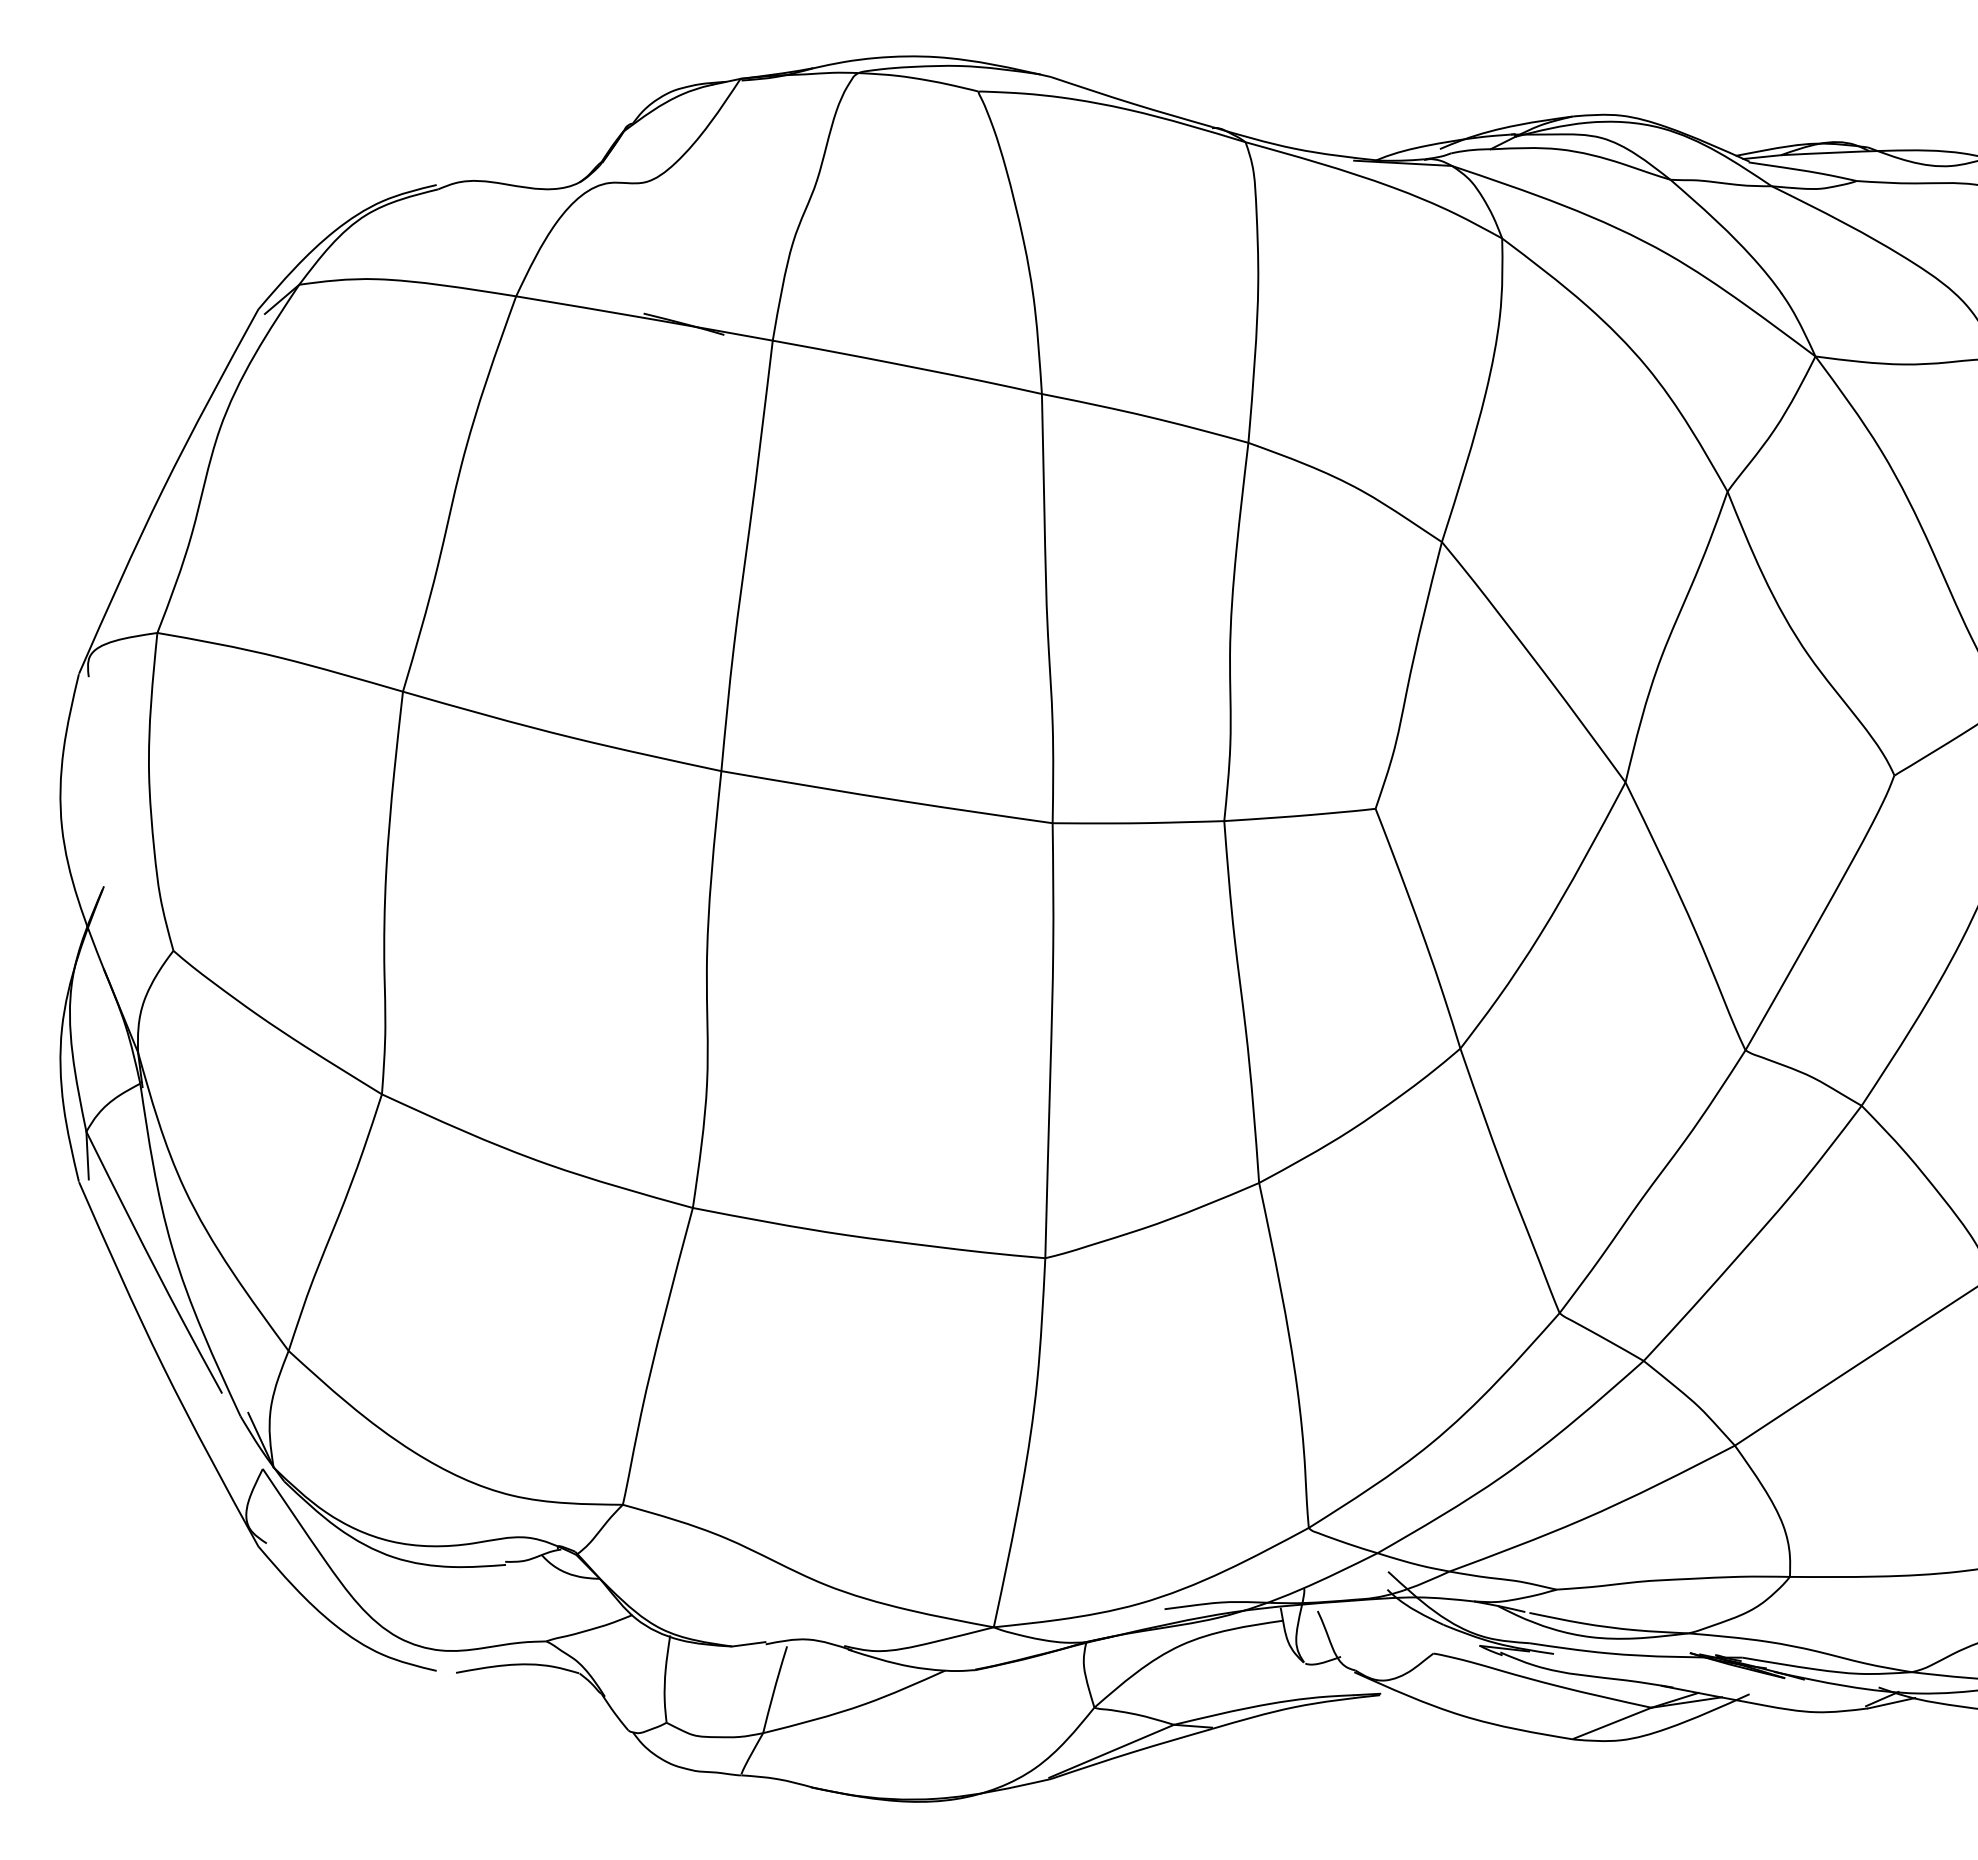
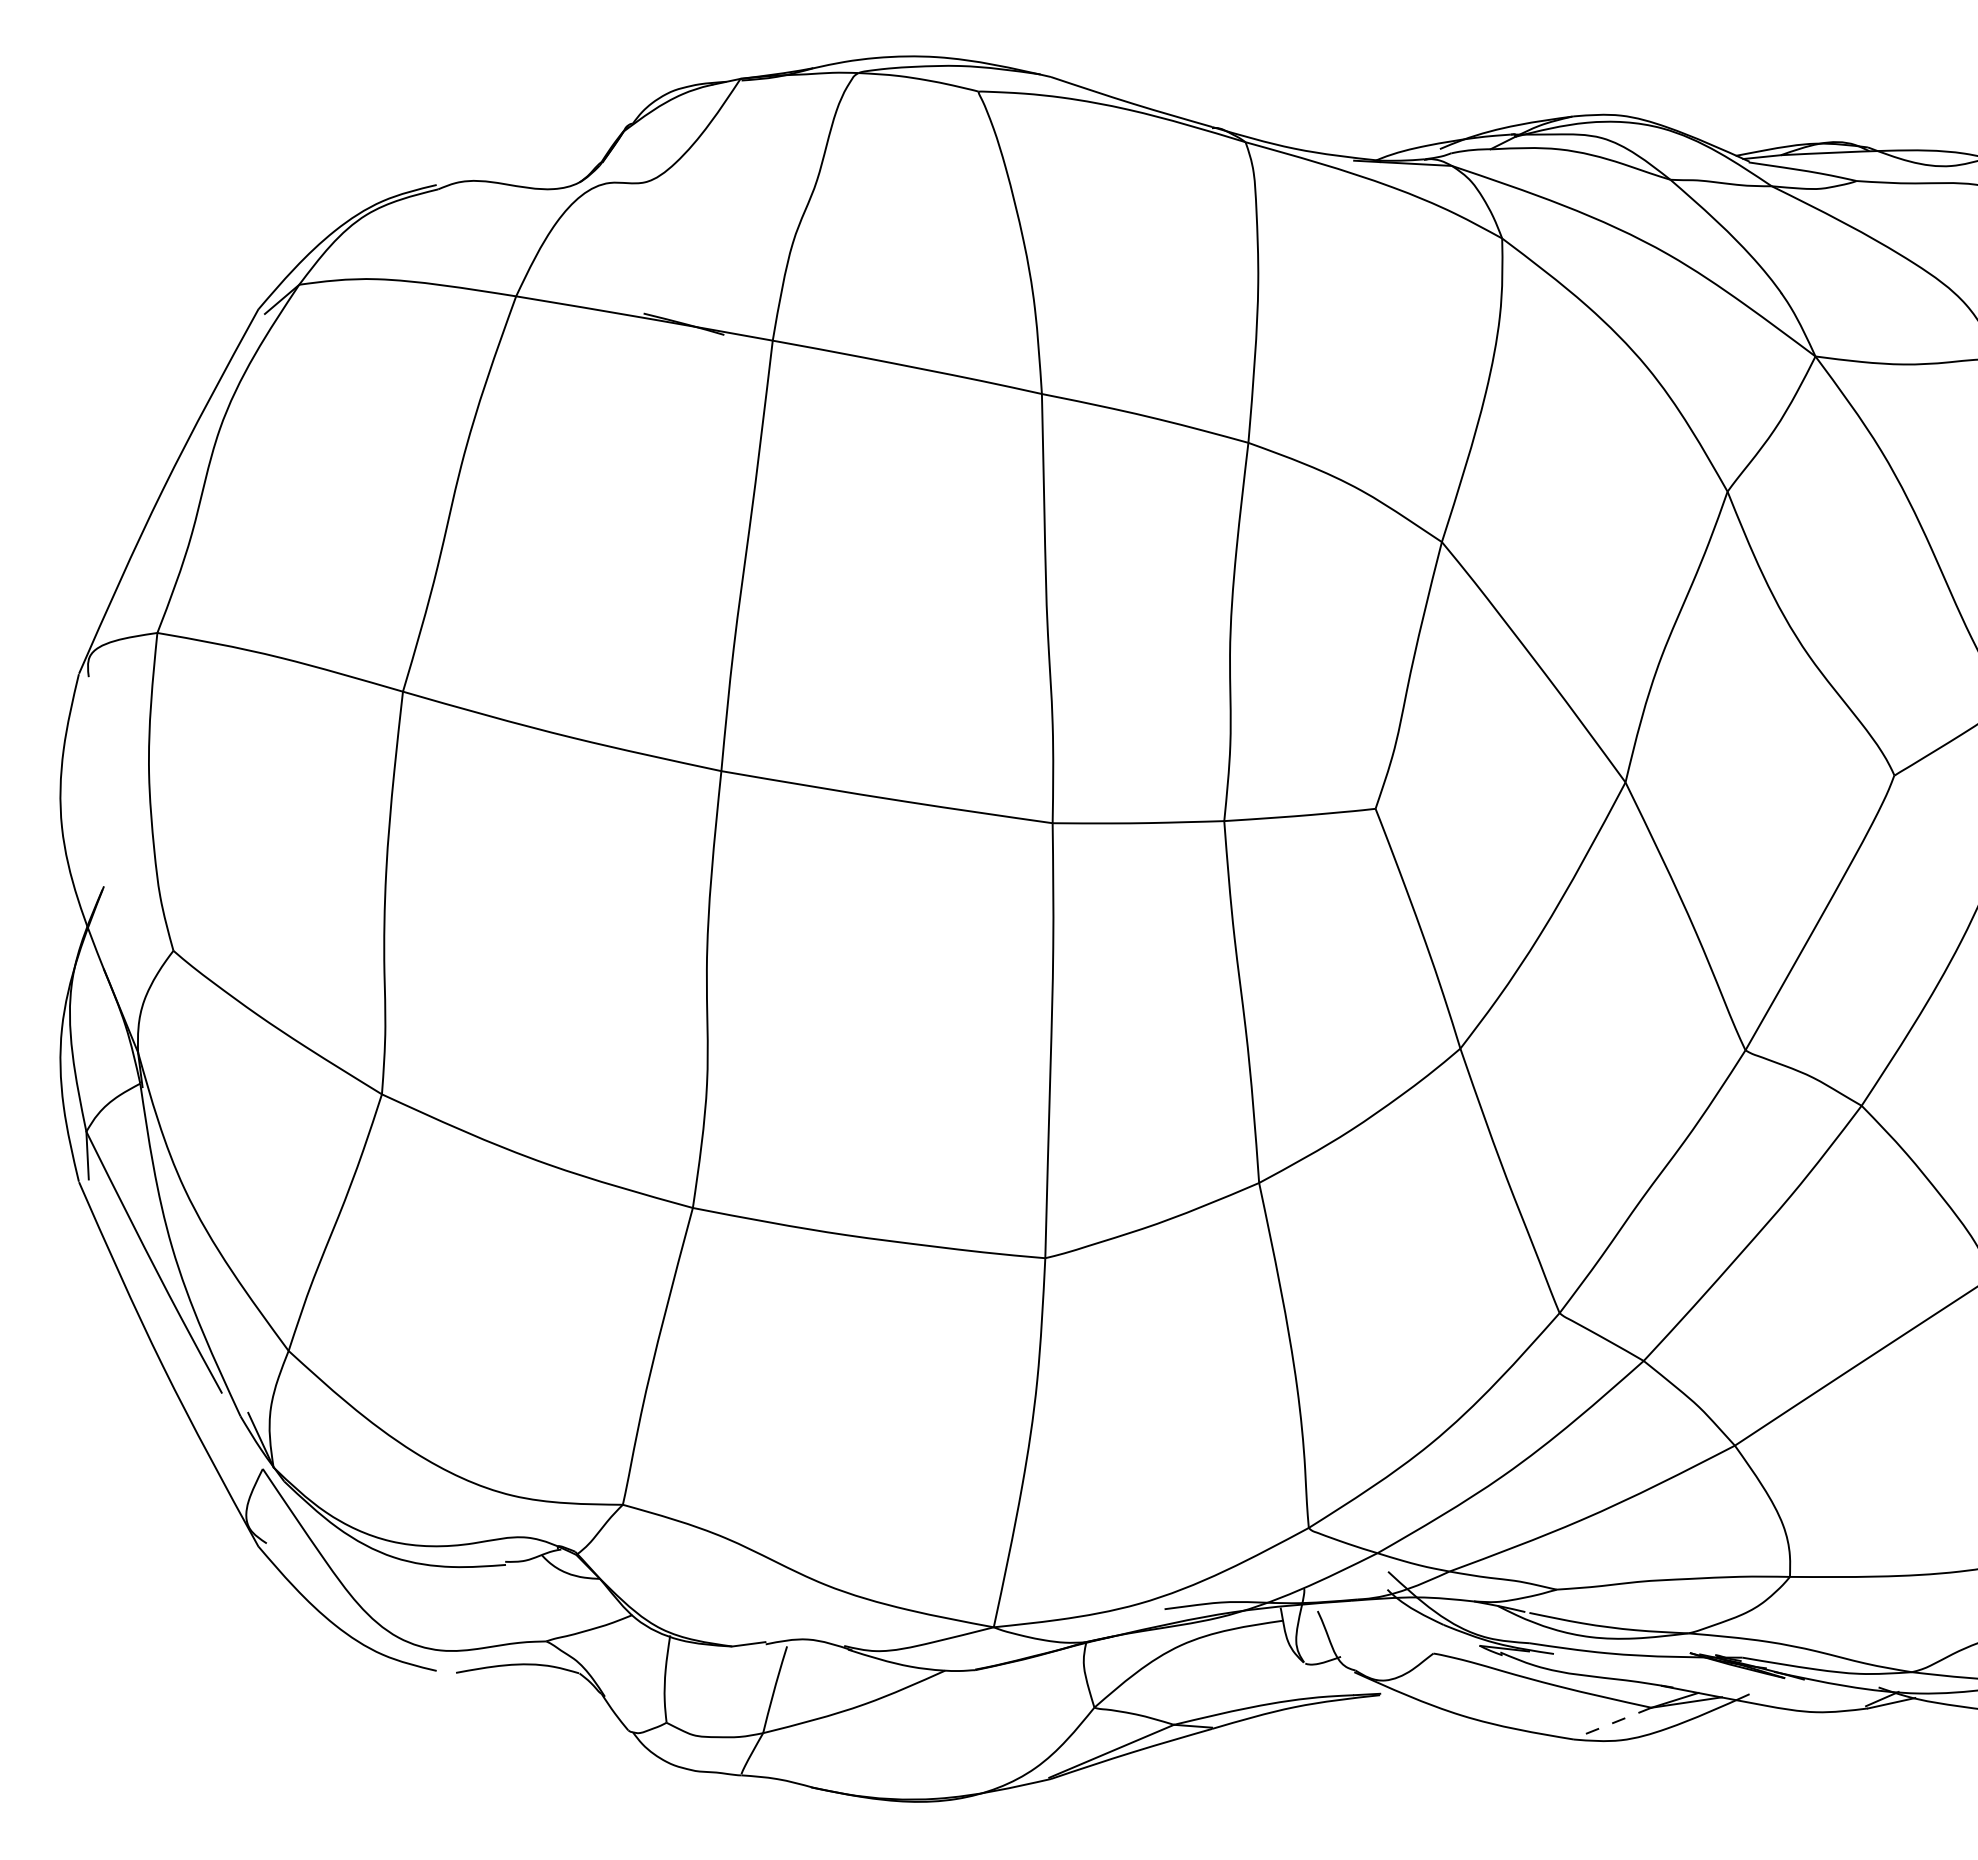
line at (1612, 1723): solid -> dashed
